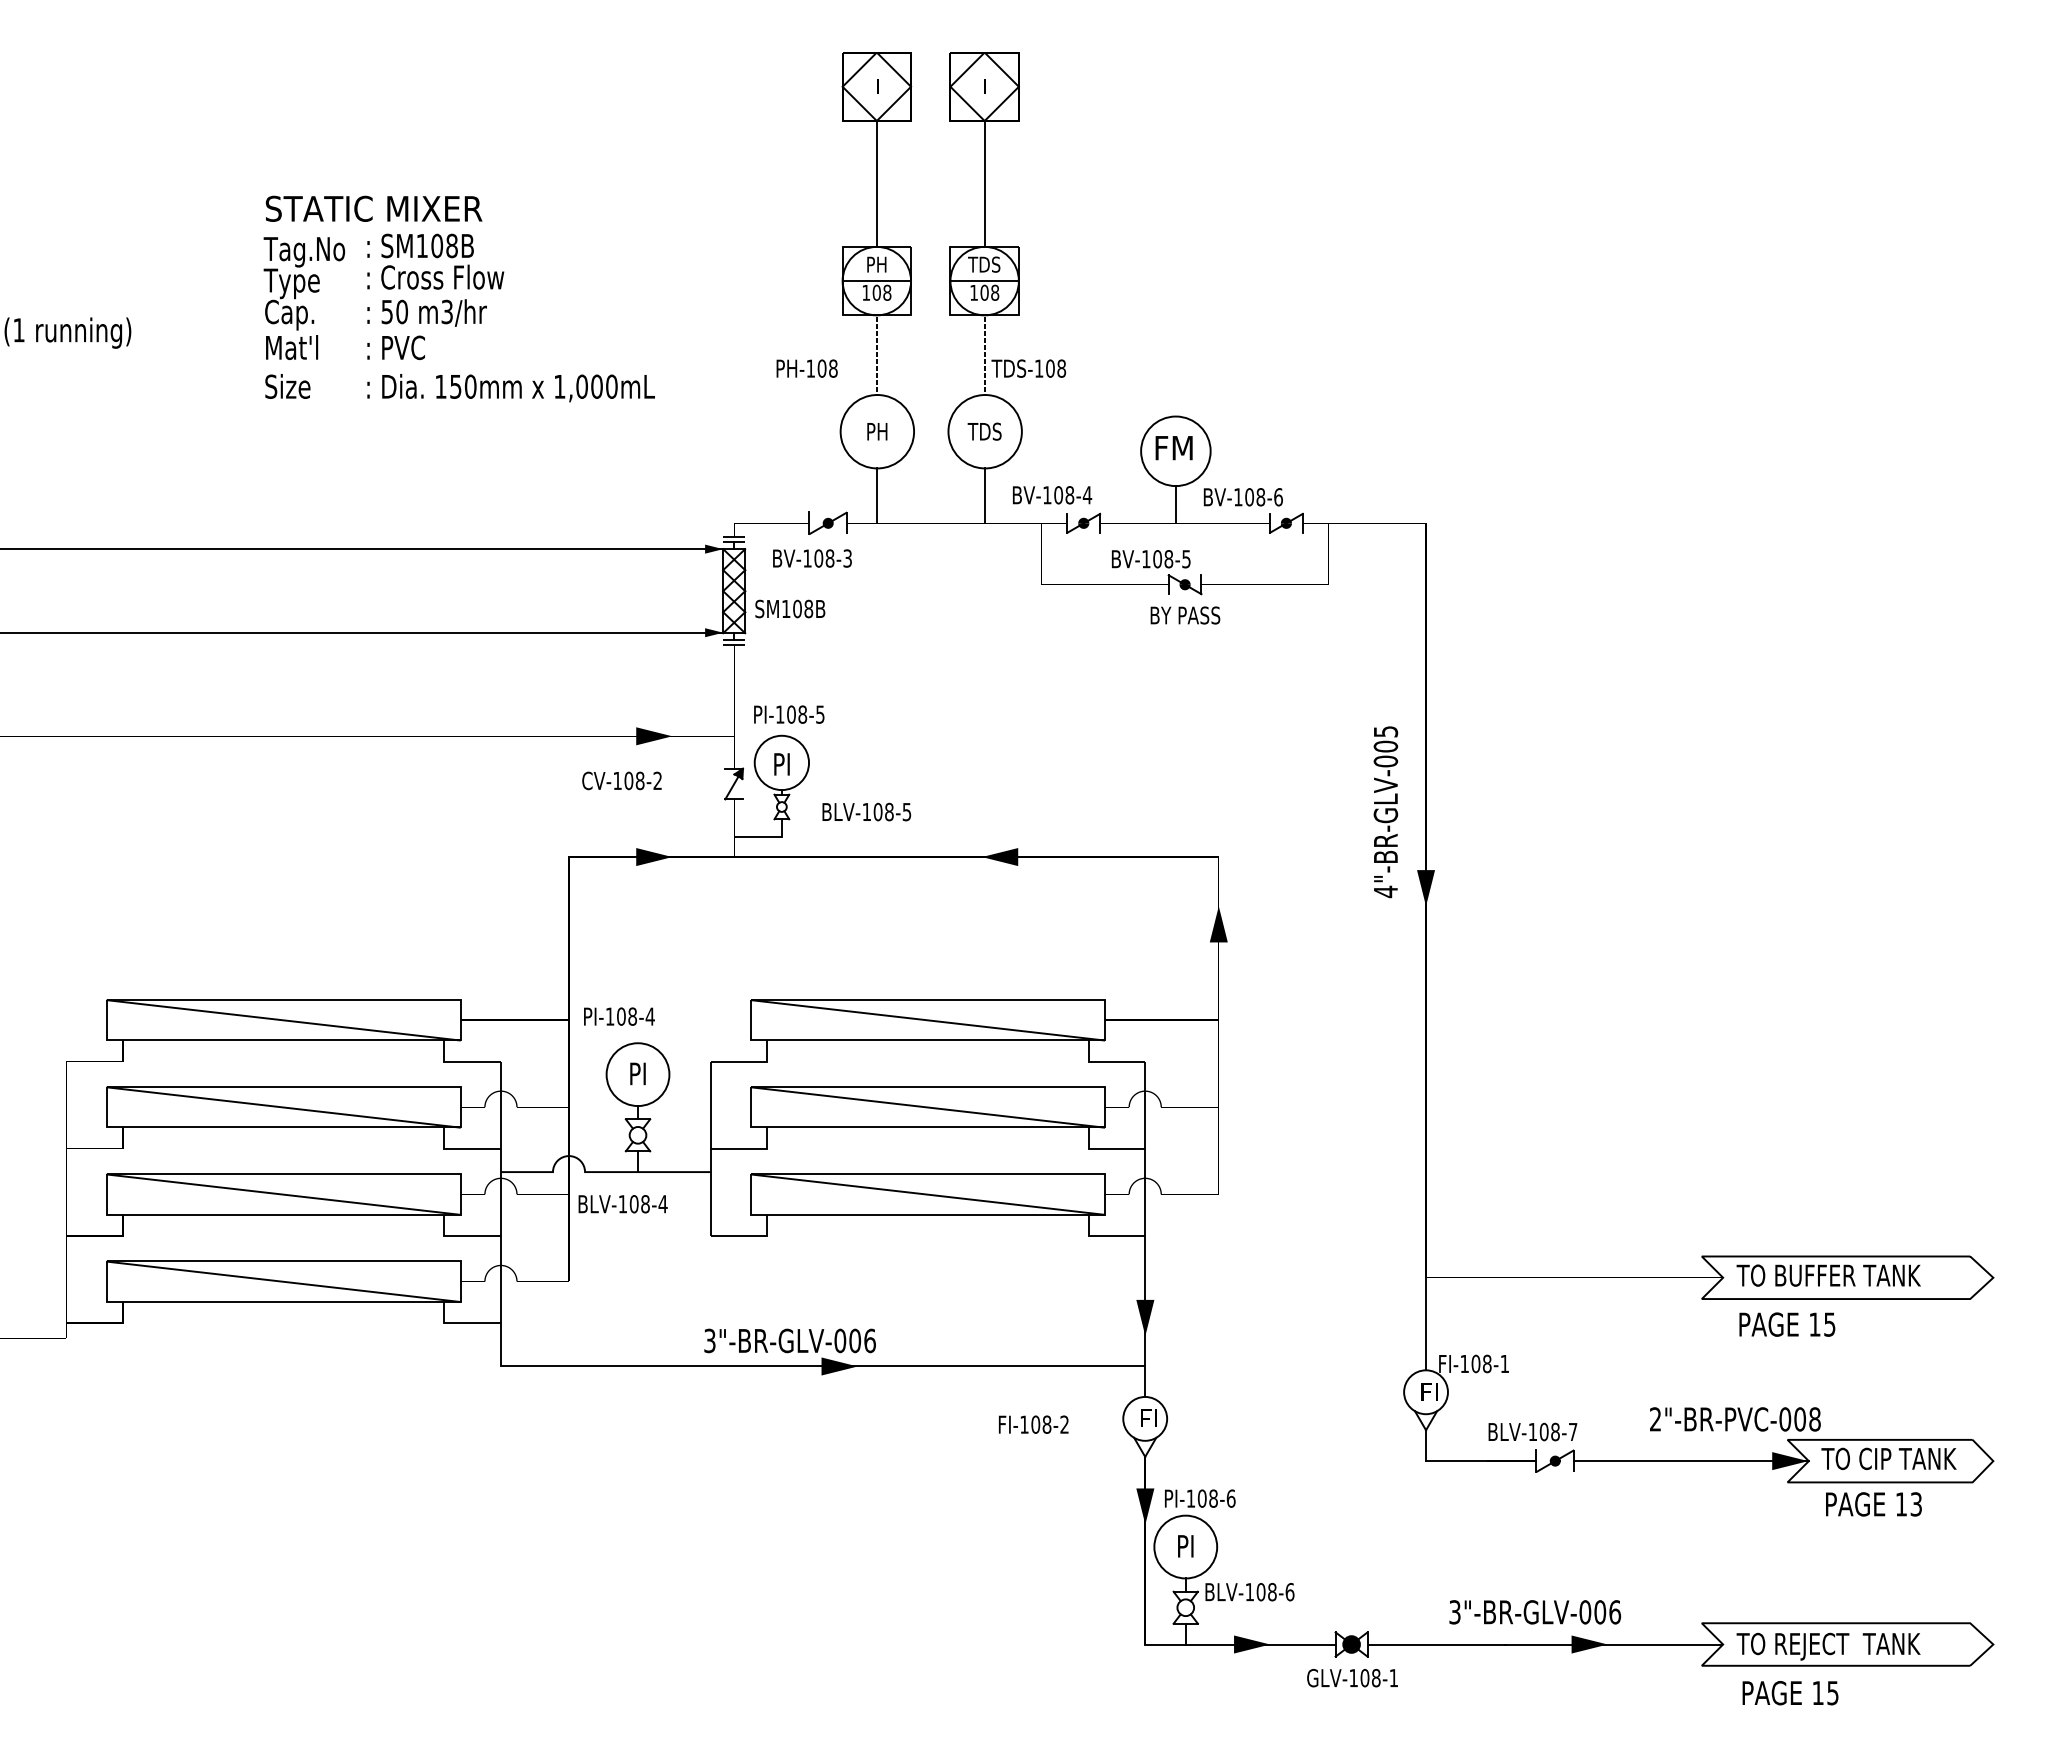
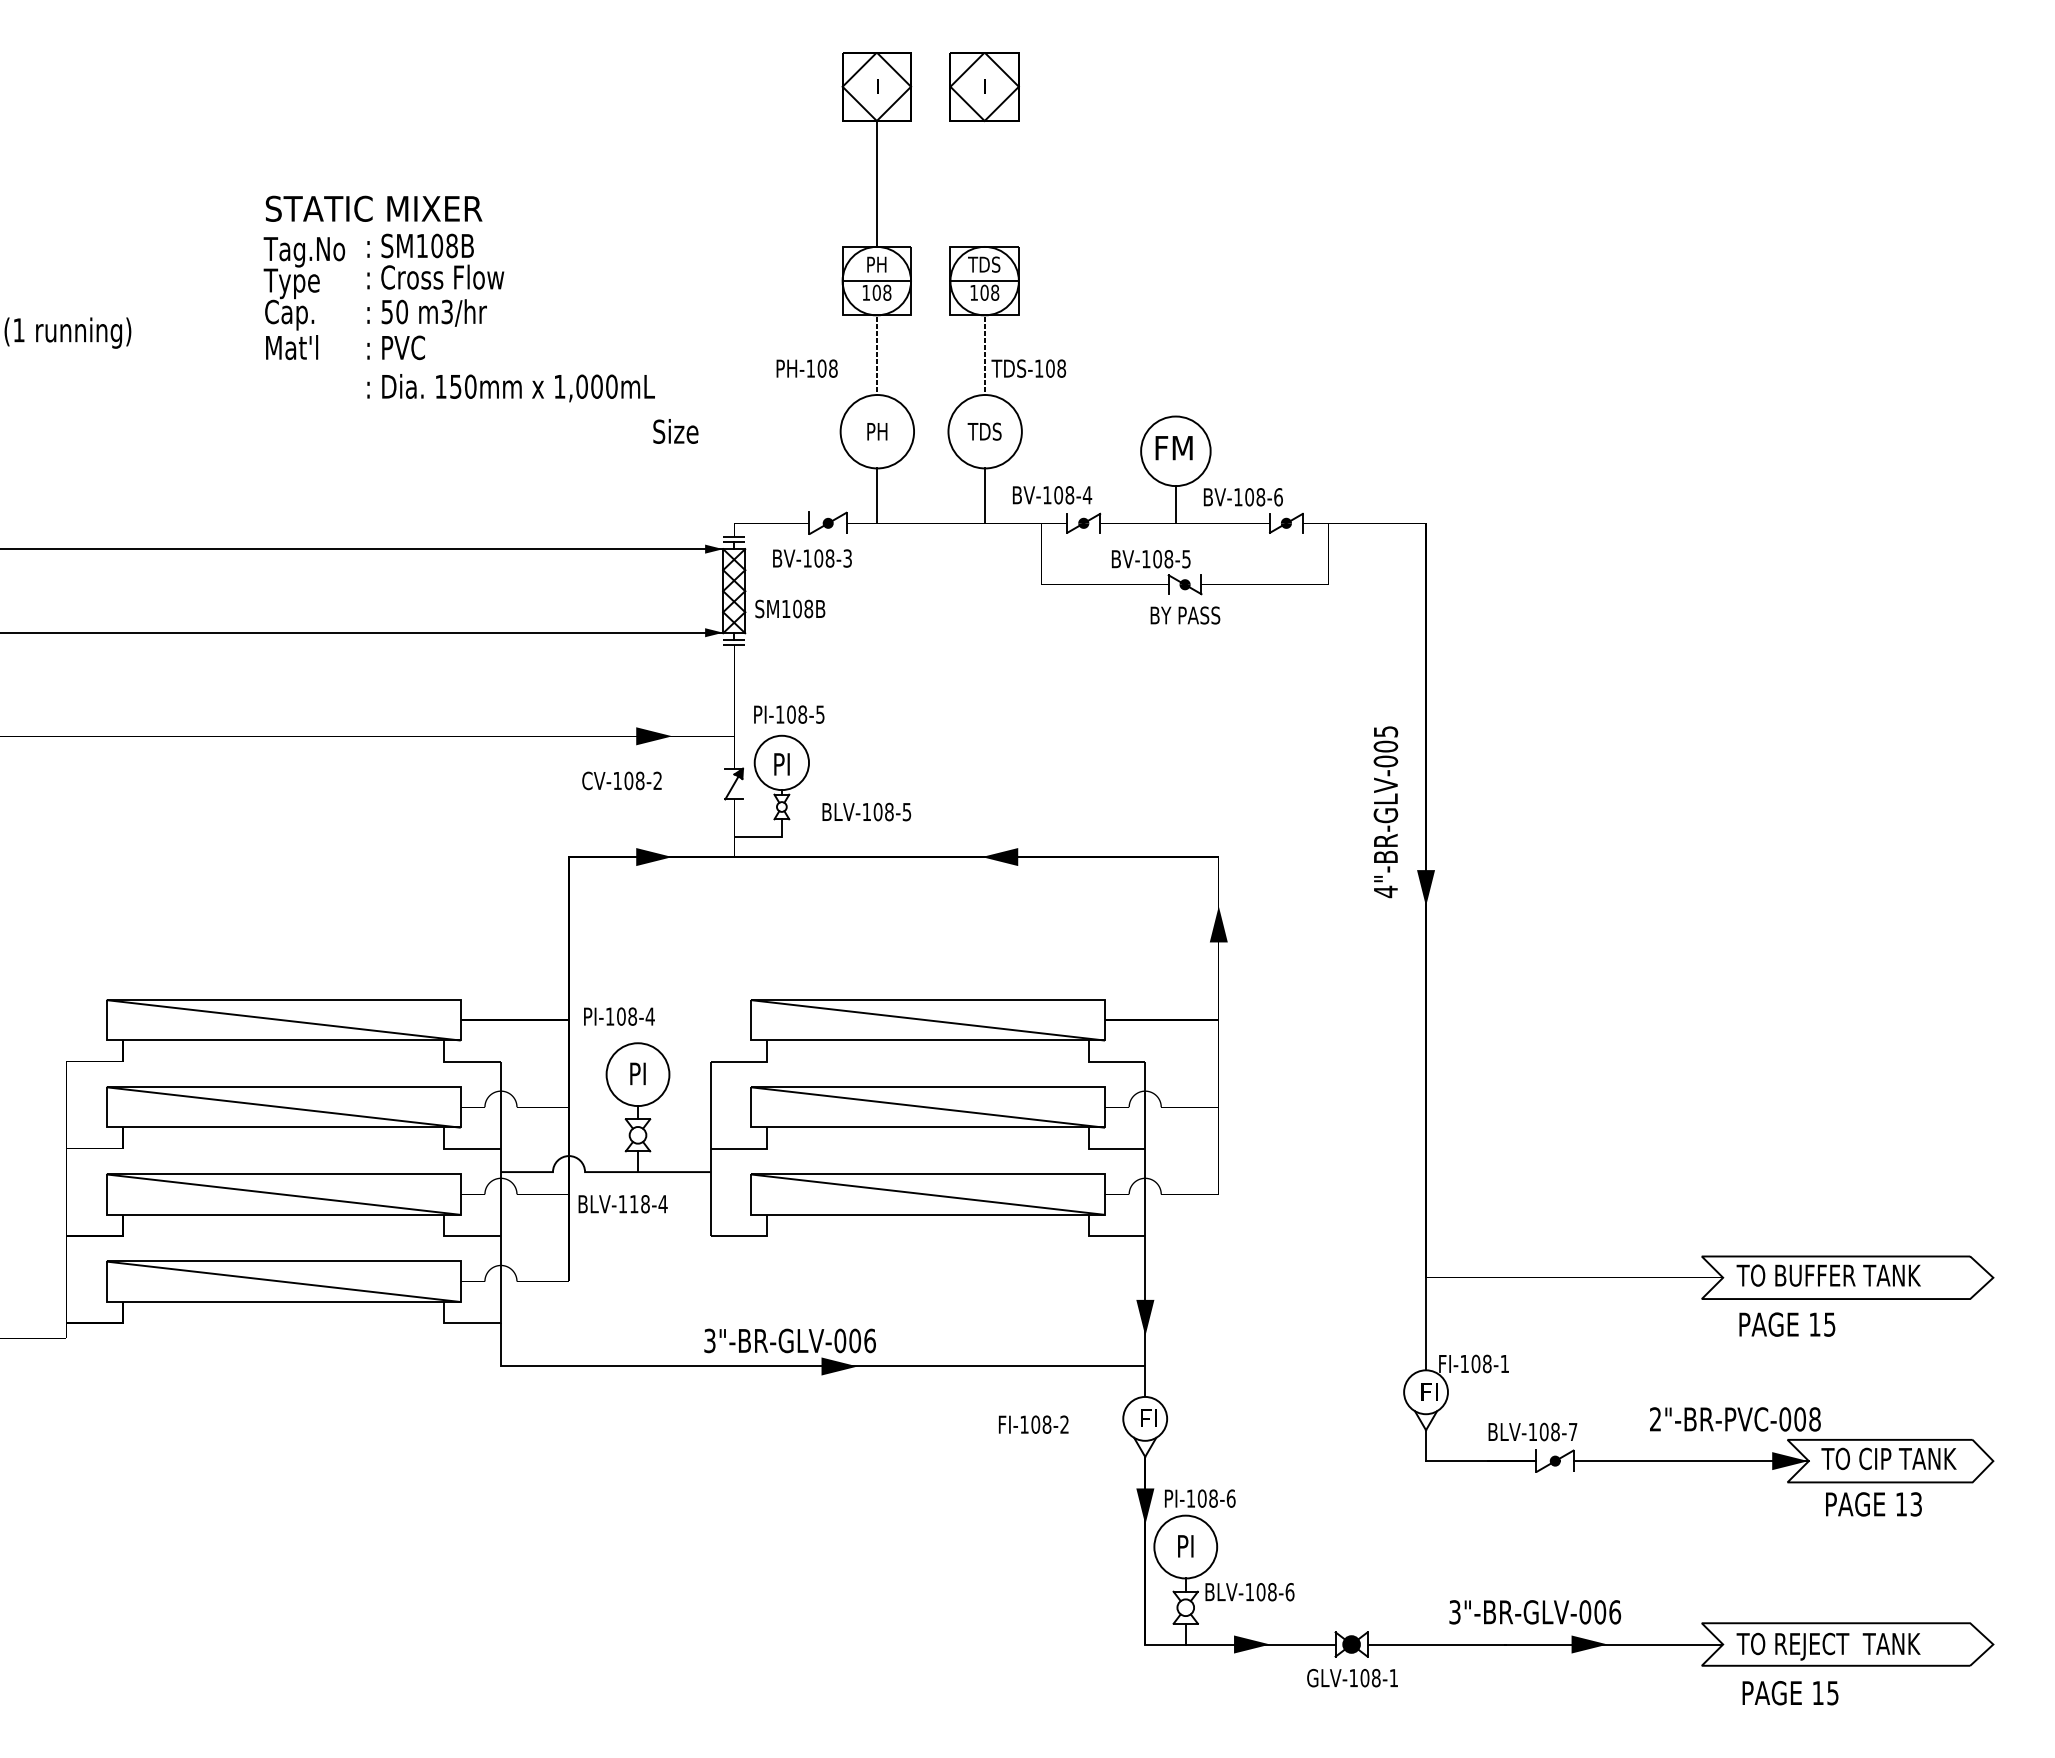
line at (984, 183): present -> none
text at (287, 386) position: (287, 386) -> (675, 431)
text at (633, 1204): BLV-108-4 -> BLV-118-4
